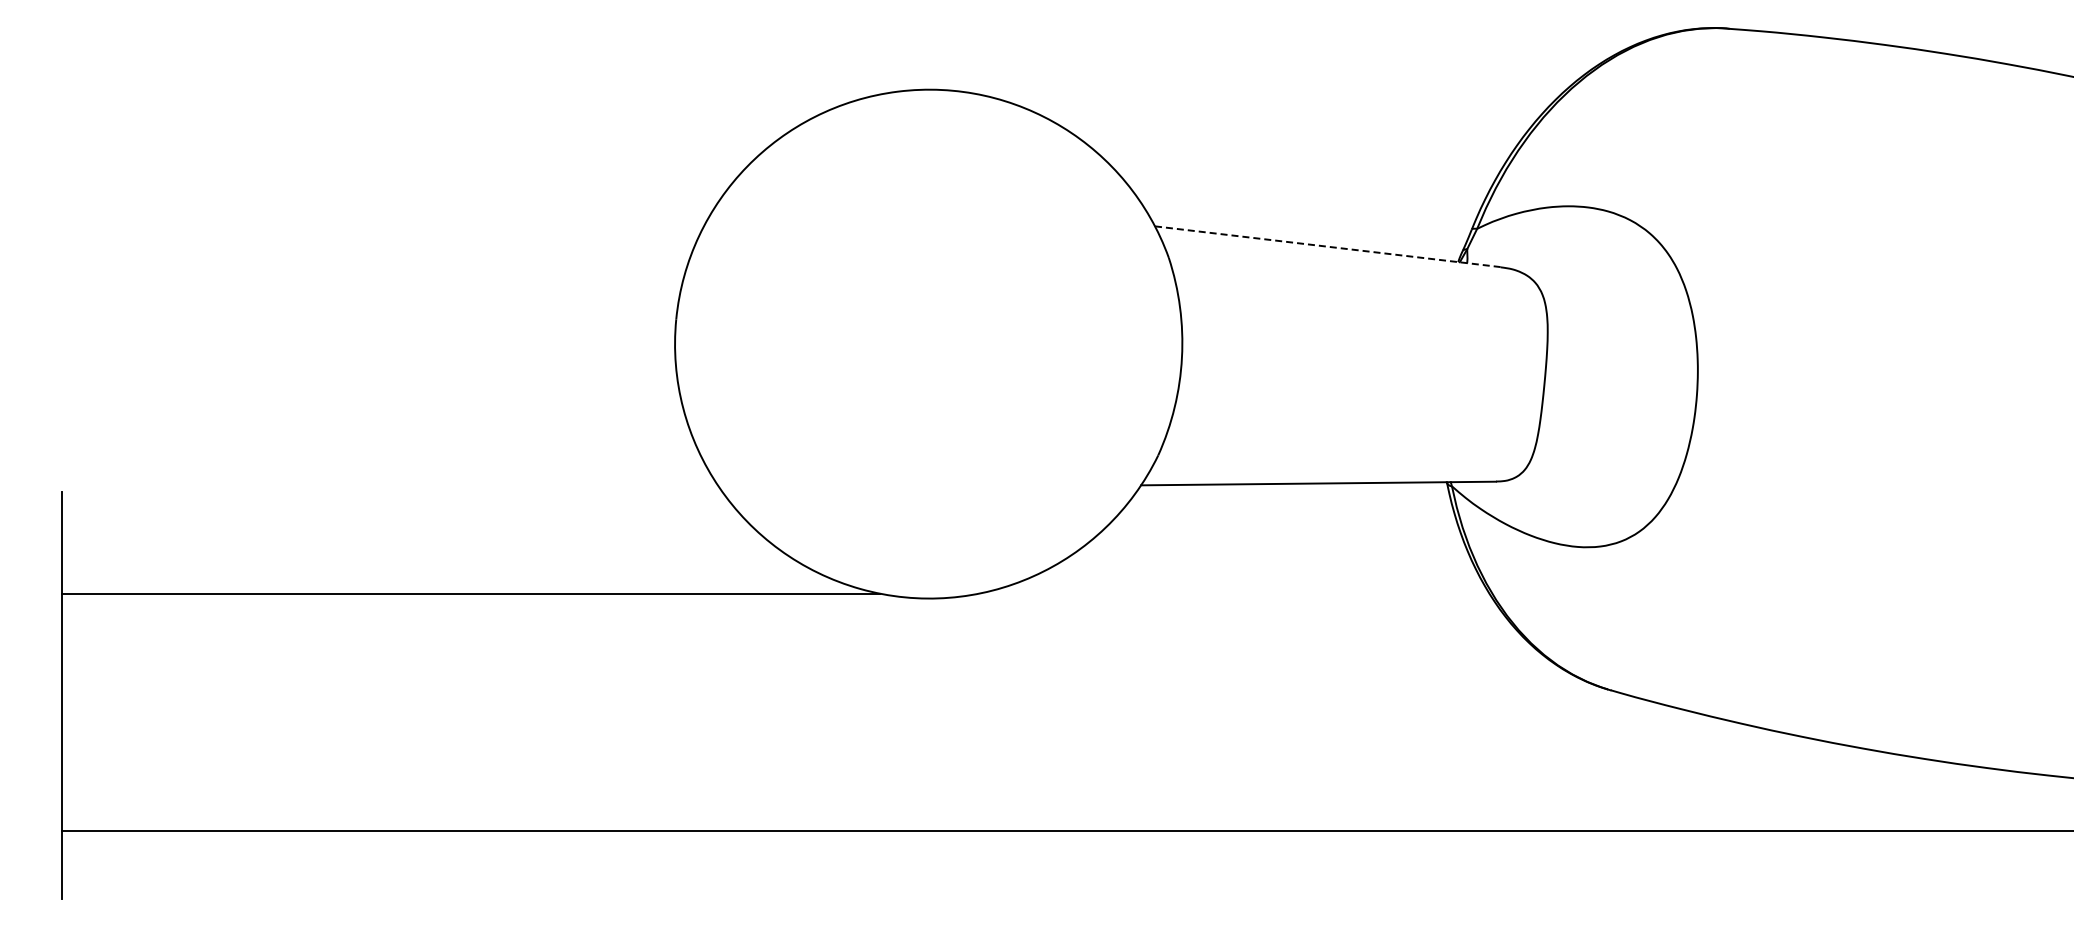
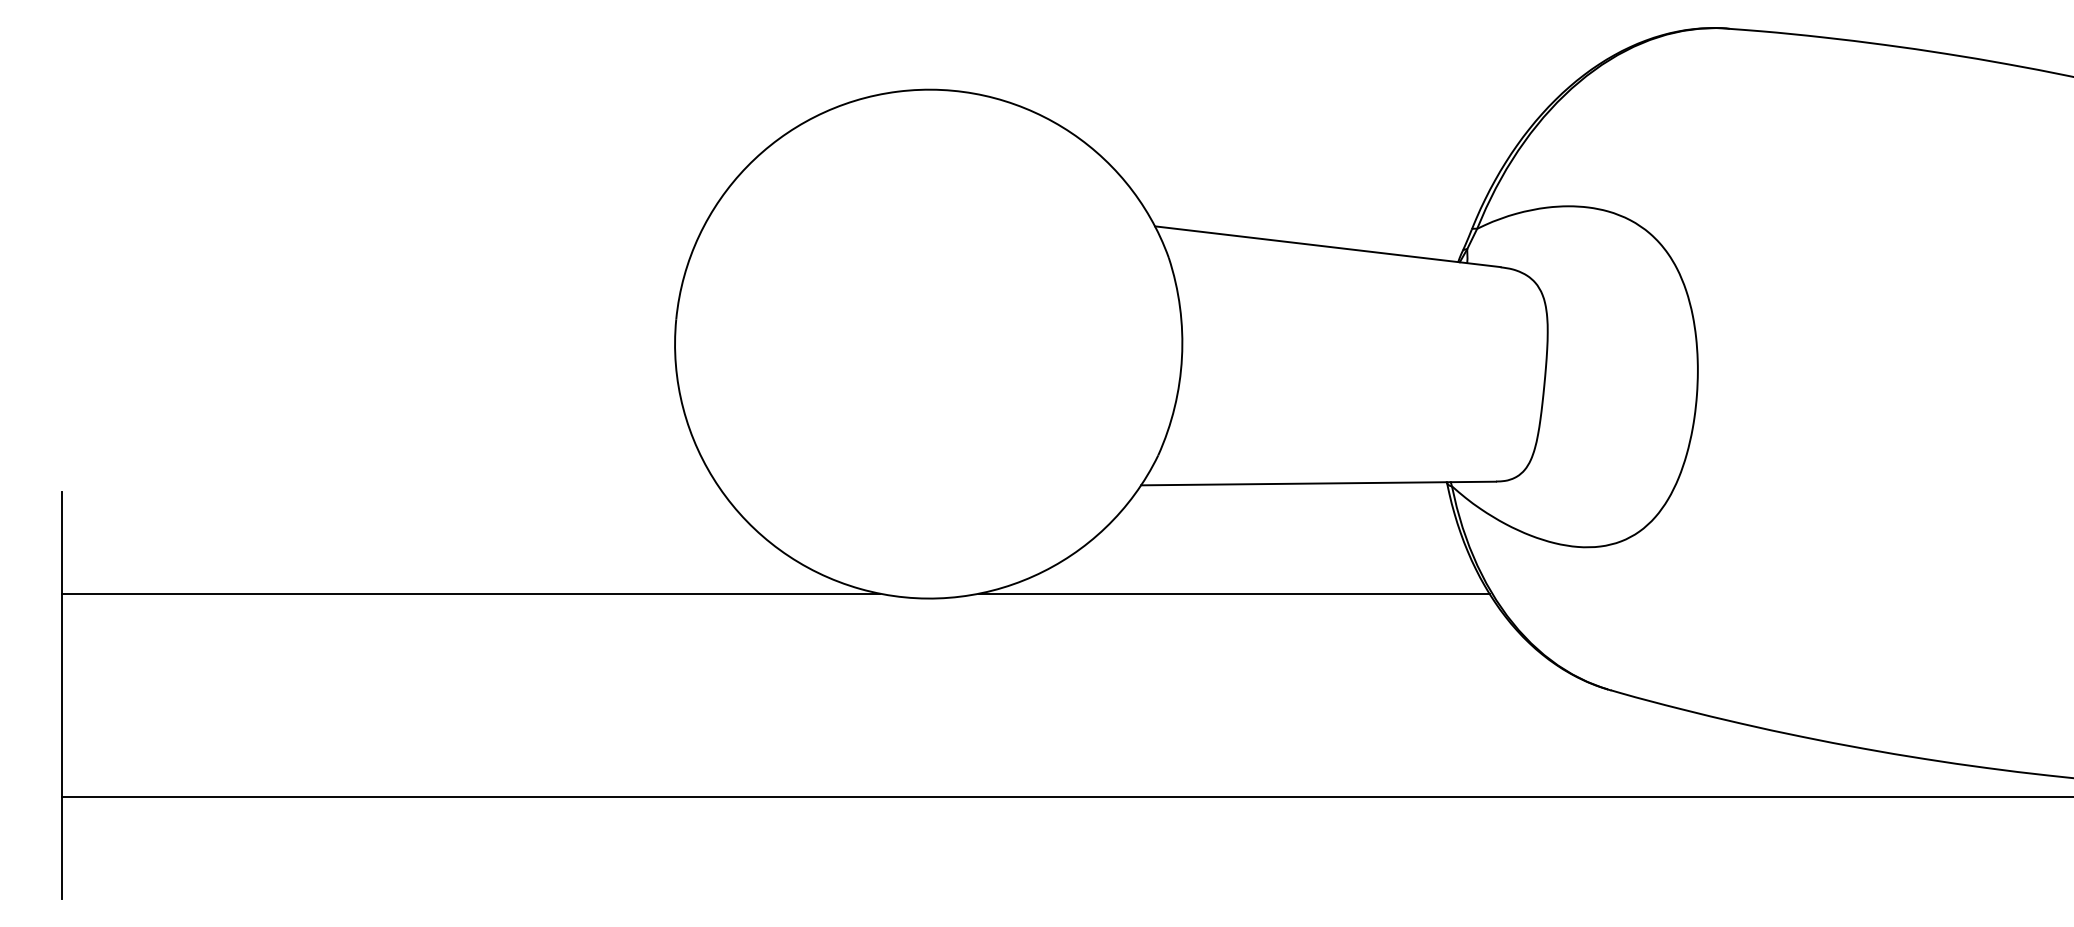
line at (1327, 246): dashed -> solid
line at (1233, 593): none -> present
line at (1066, 831) position: (1066, 831) -> (1066, 797)
